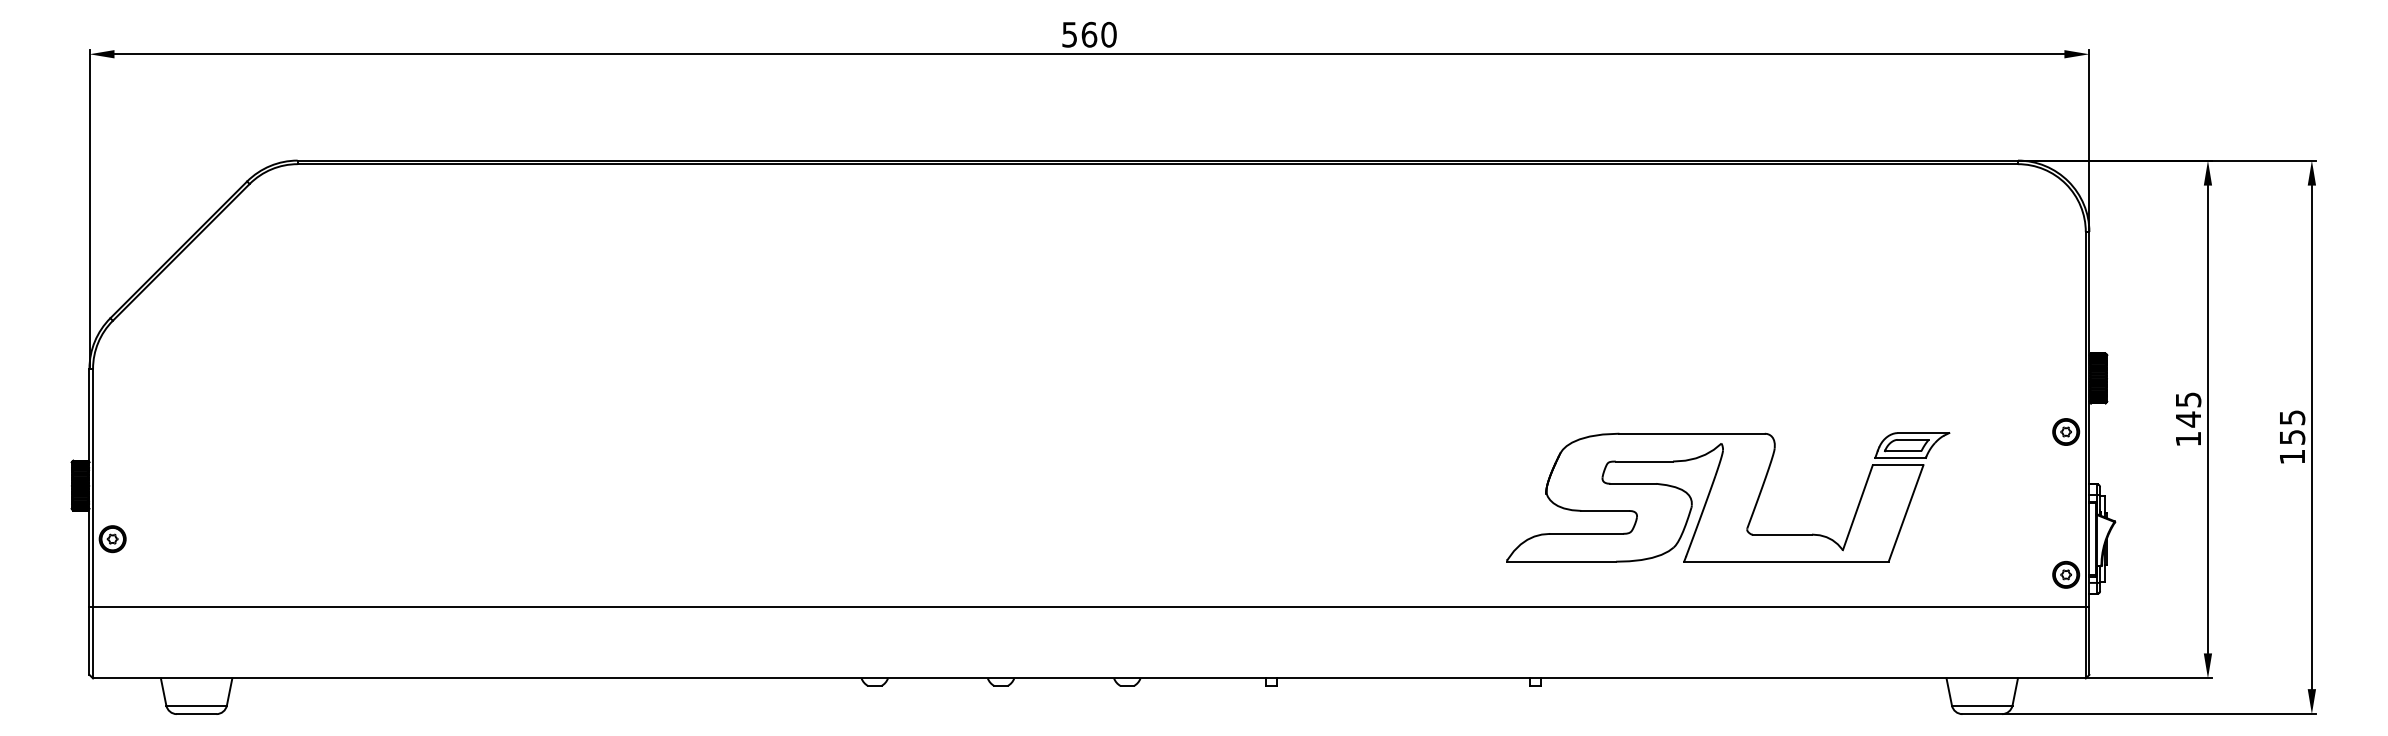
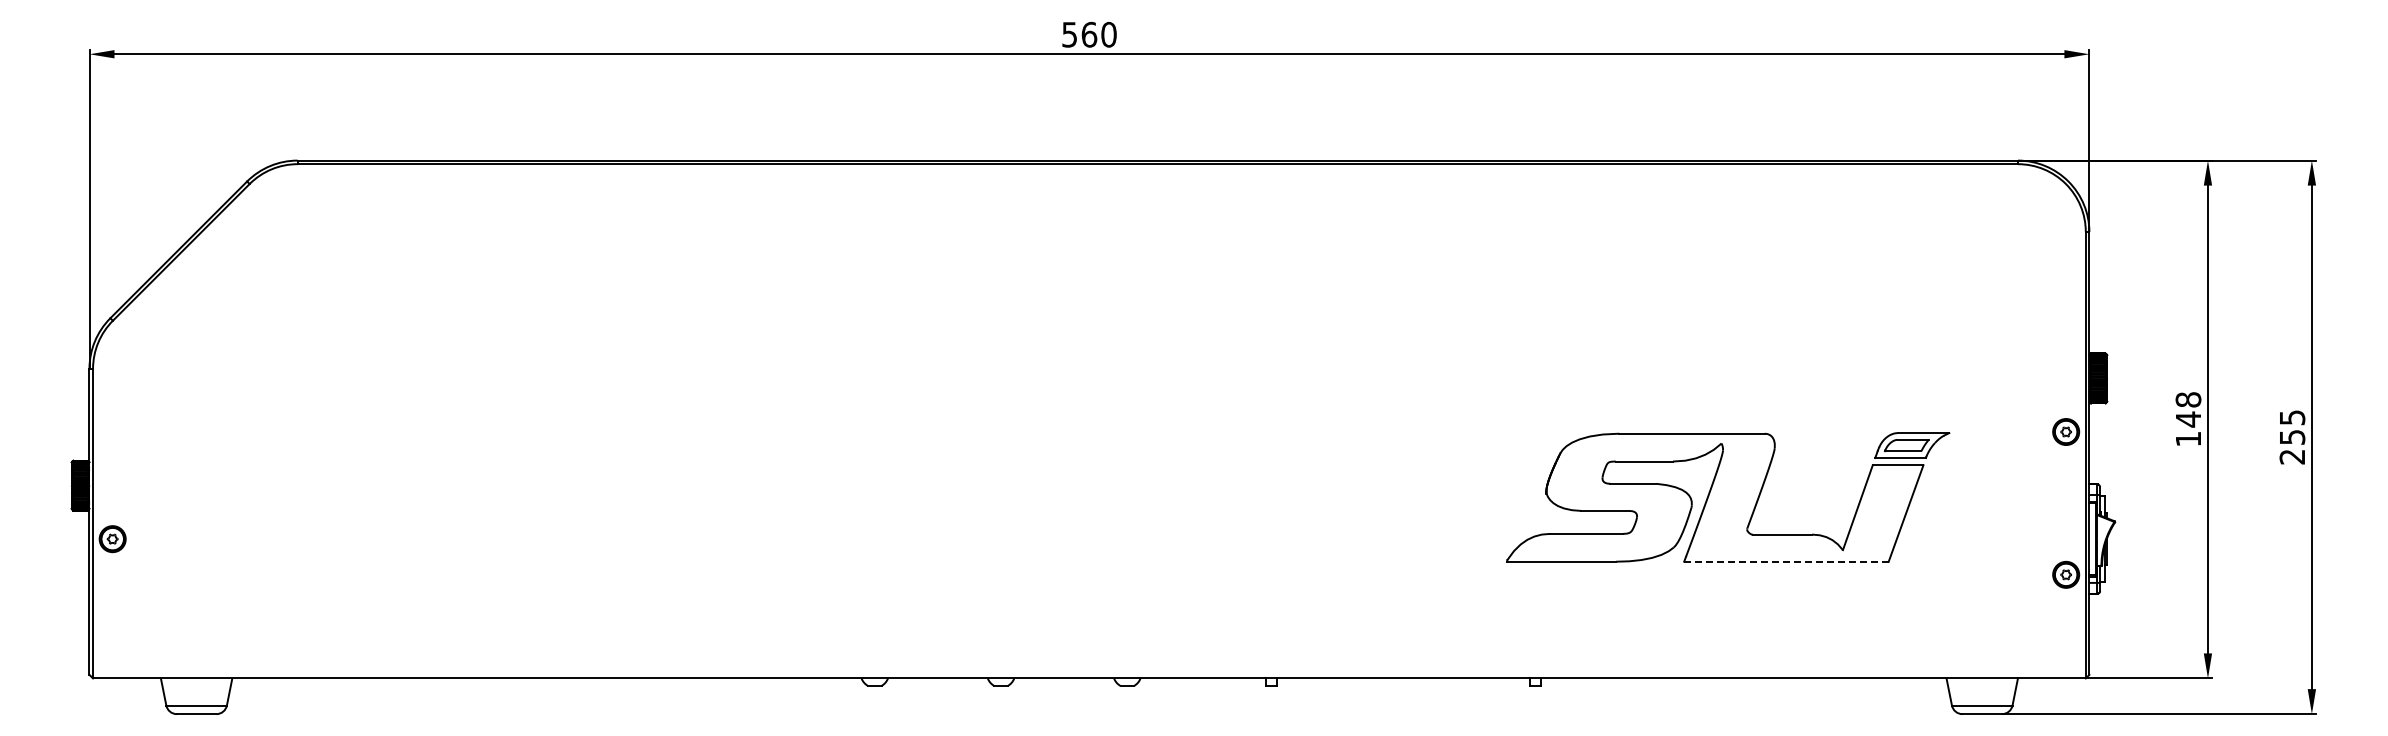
text at (2188, 399): 145 -> 148
text at (2291, 457): 155 -> 255
line at (1786, 561): solid -> dashed
line at (1089, 607): present -> none
